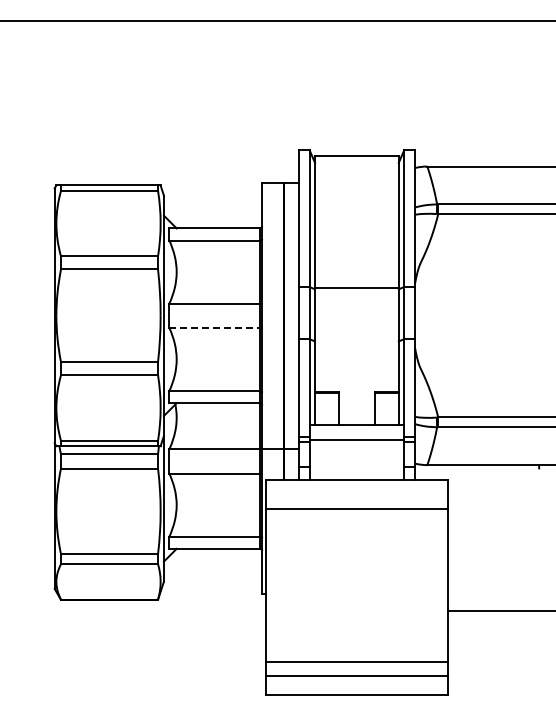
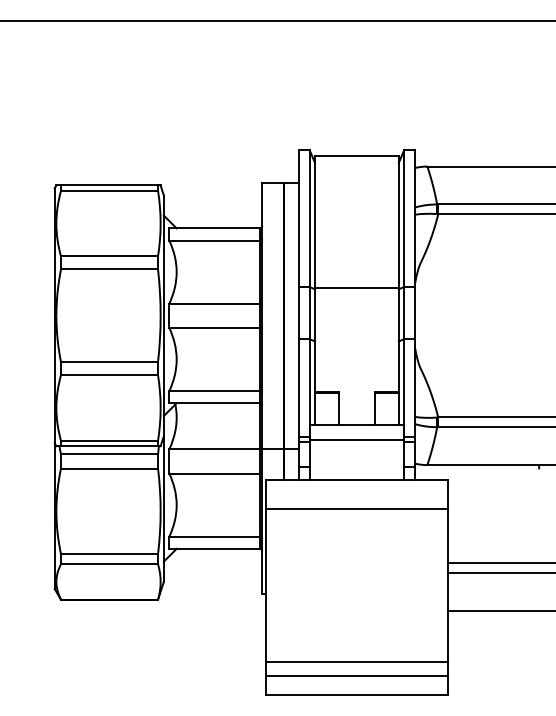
line at (215, 328): dashed -> solid
line at (499, 563): none -> present
line at (499, 572): none -> present
